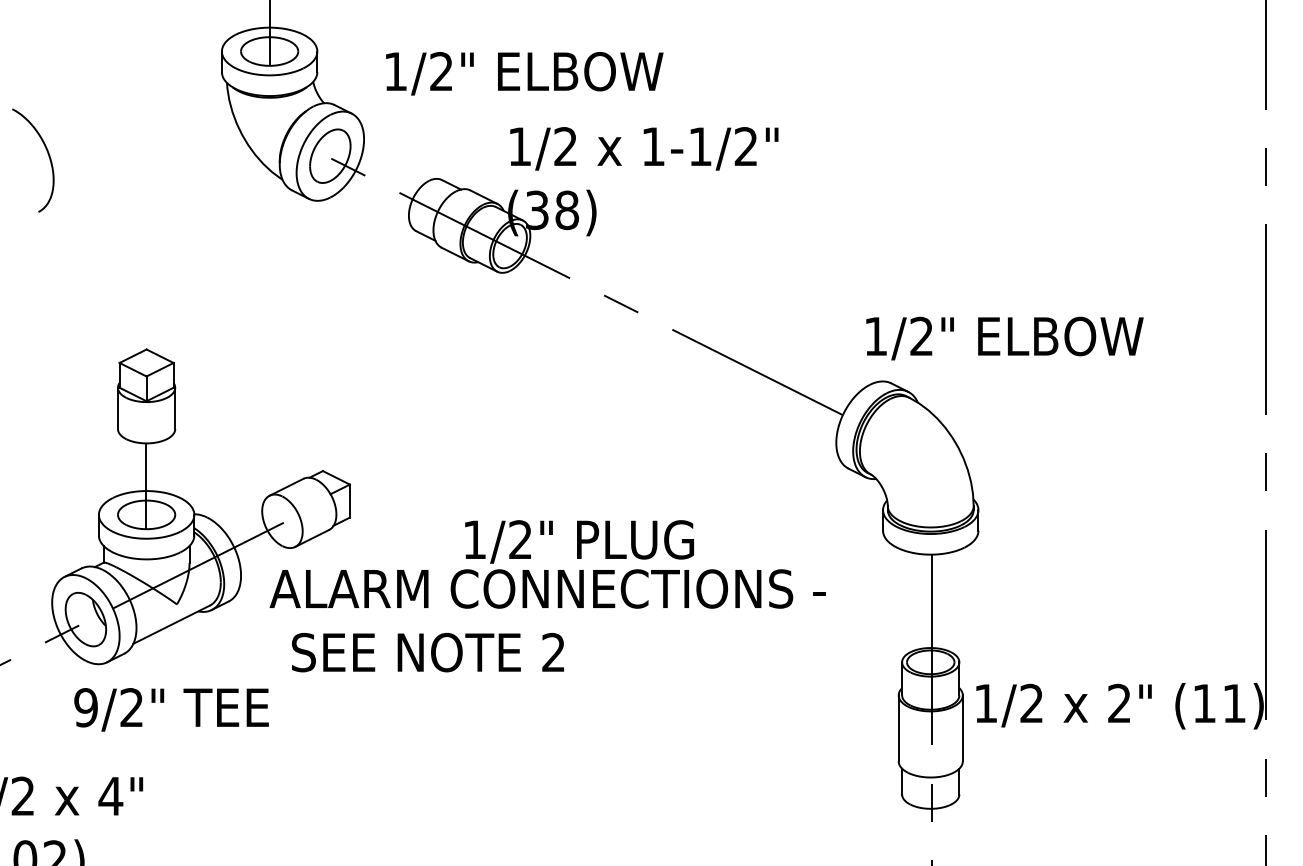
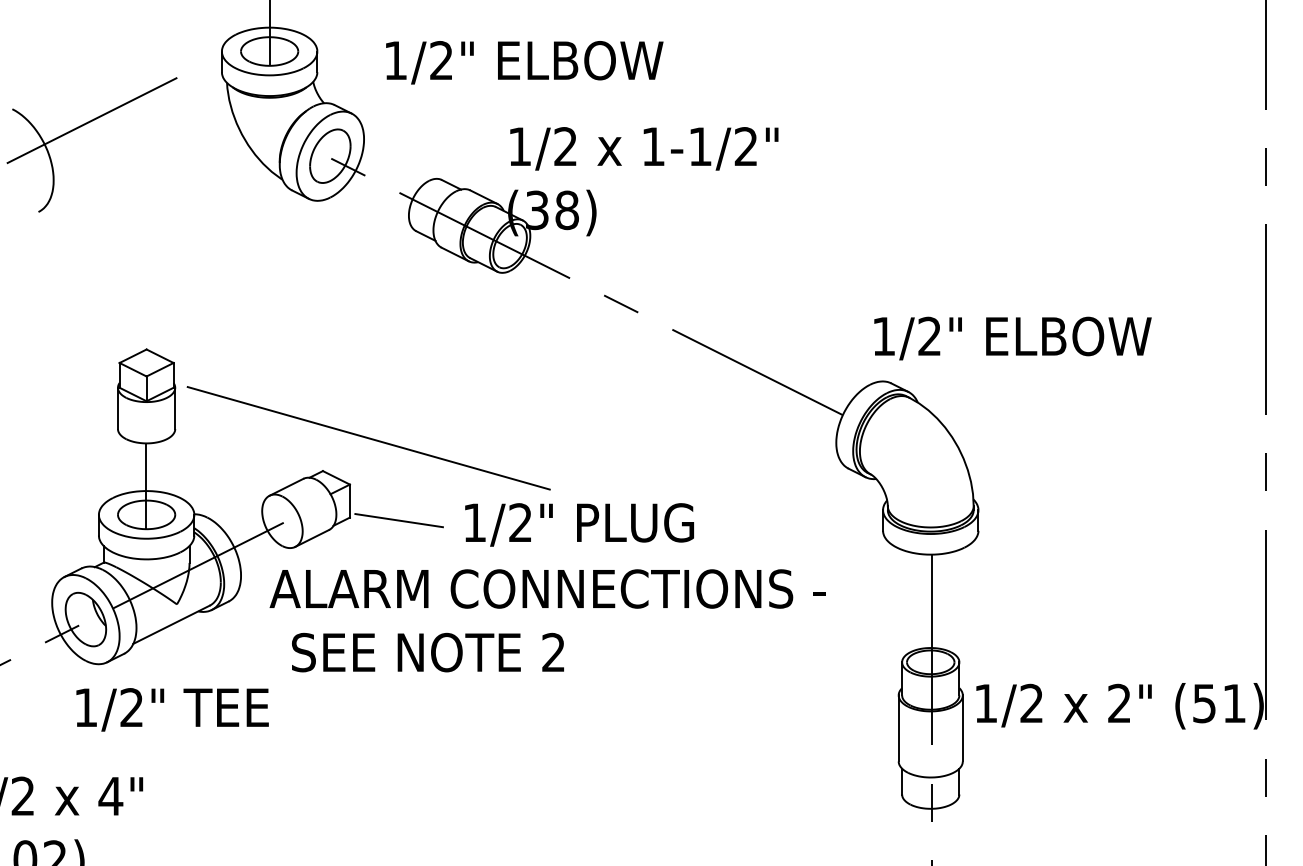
text at (524, 73) position: (524, 73) -> (524, 62)
line at (89, 121): none -> present
text at (1004, 338) position: (1004, 338) -> (1012, 338)
line at (368, 438): none -> present
line at (398, 520): none -> present
text at (579, 541) position: (579, 541) -> (579, 524)
text at (1204, 703): (11) -> (51)
text at (85, 707): 9/2" -> 1/2"
